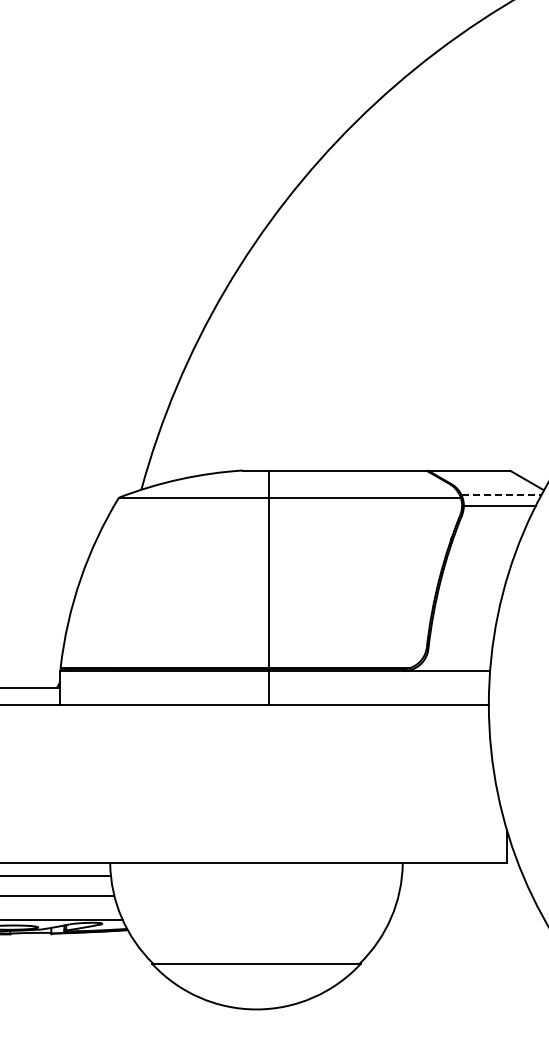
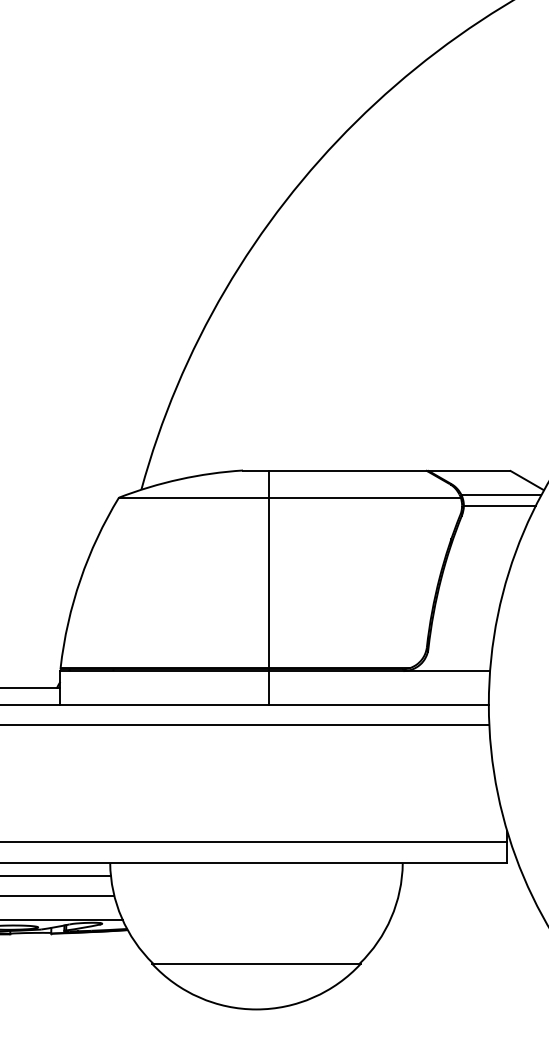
line at (501, 495): dashed -> solid
line at (245, 725): none -> present
line at (254, 842): none -> present
